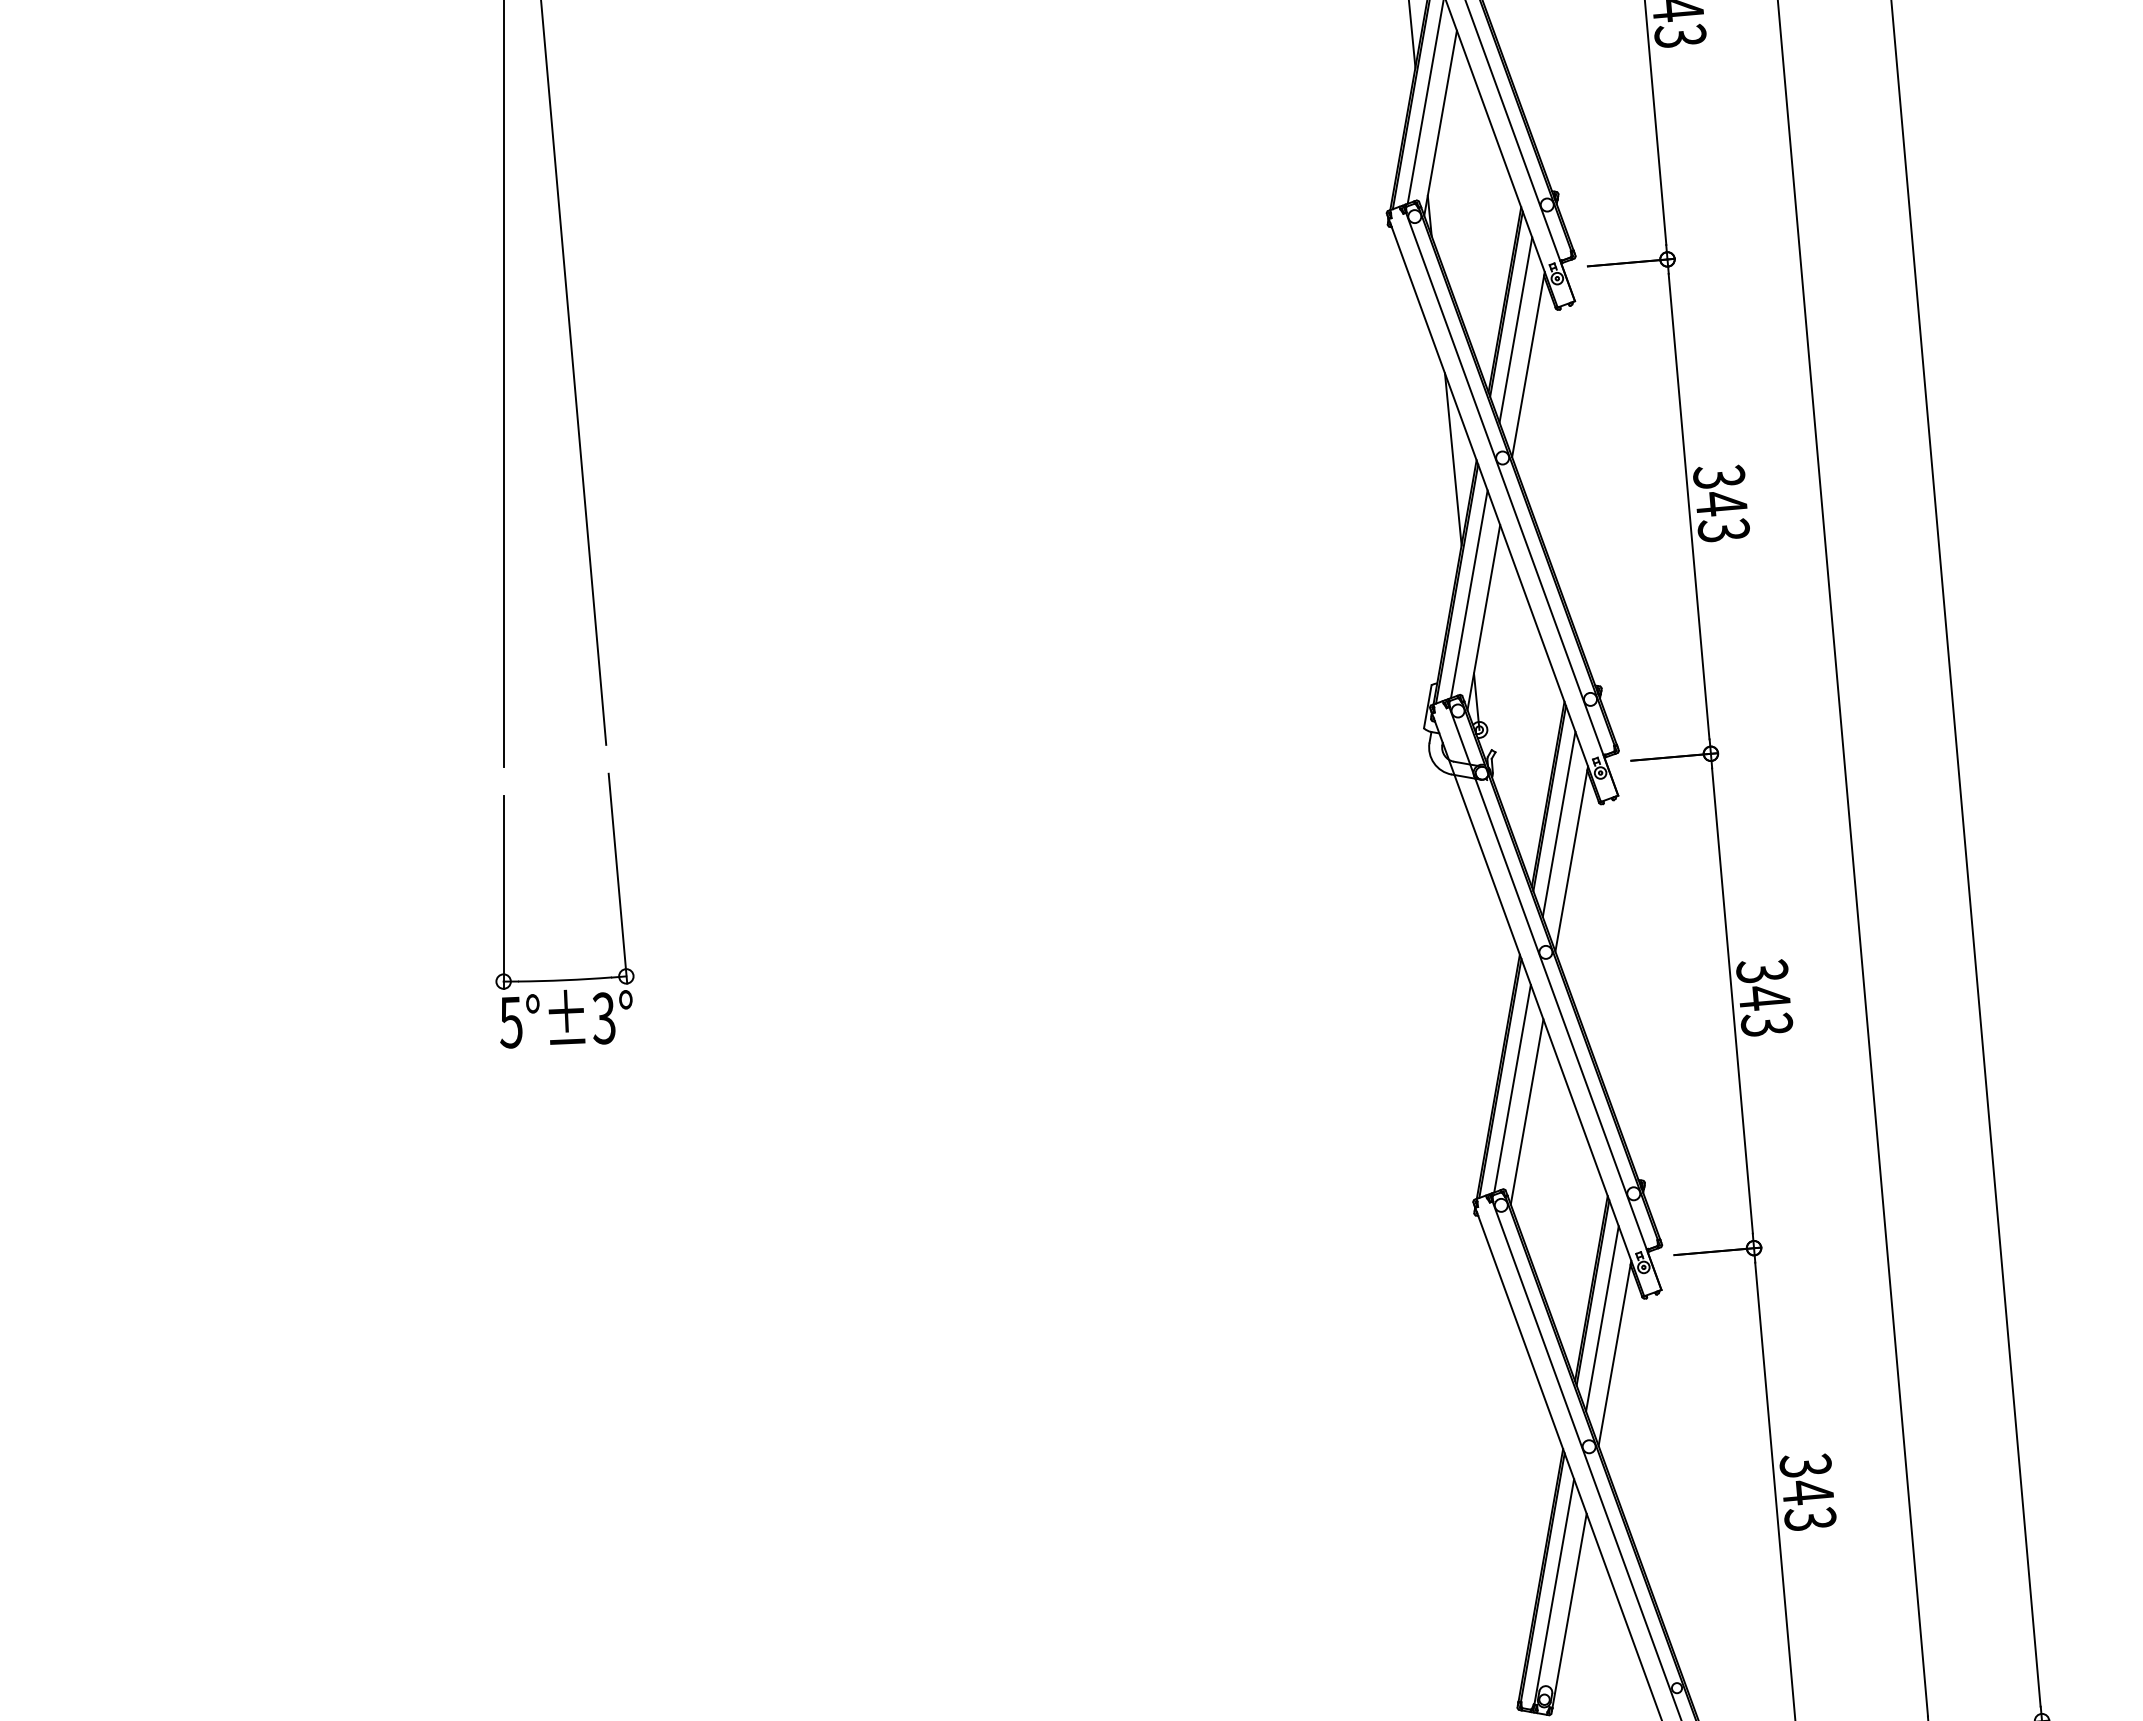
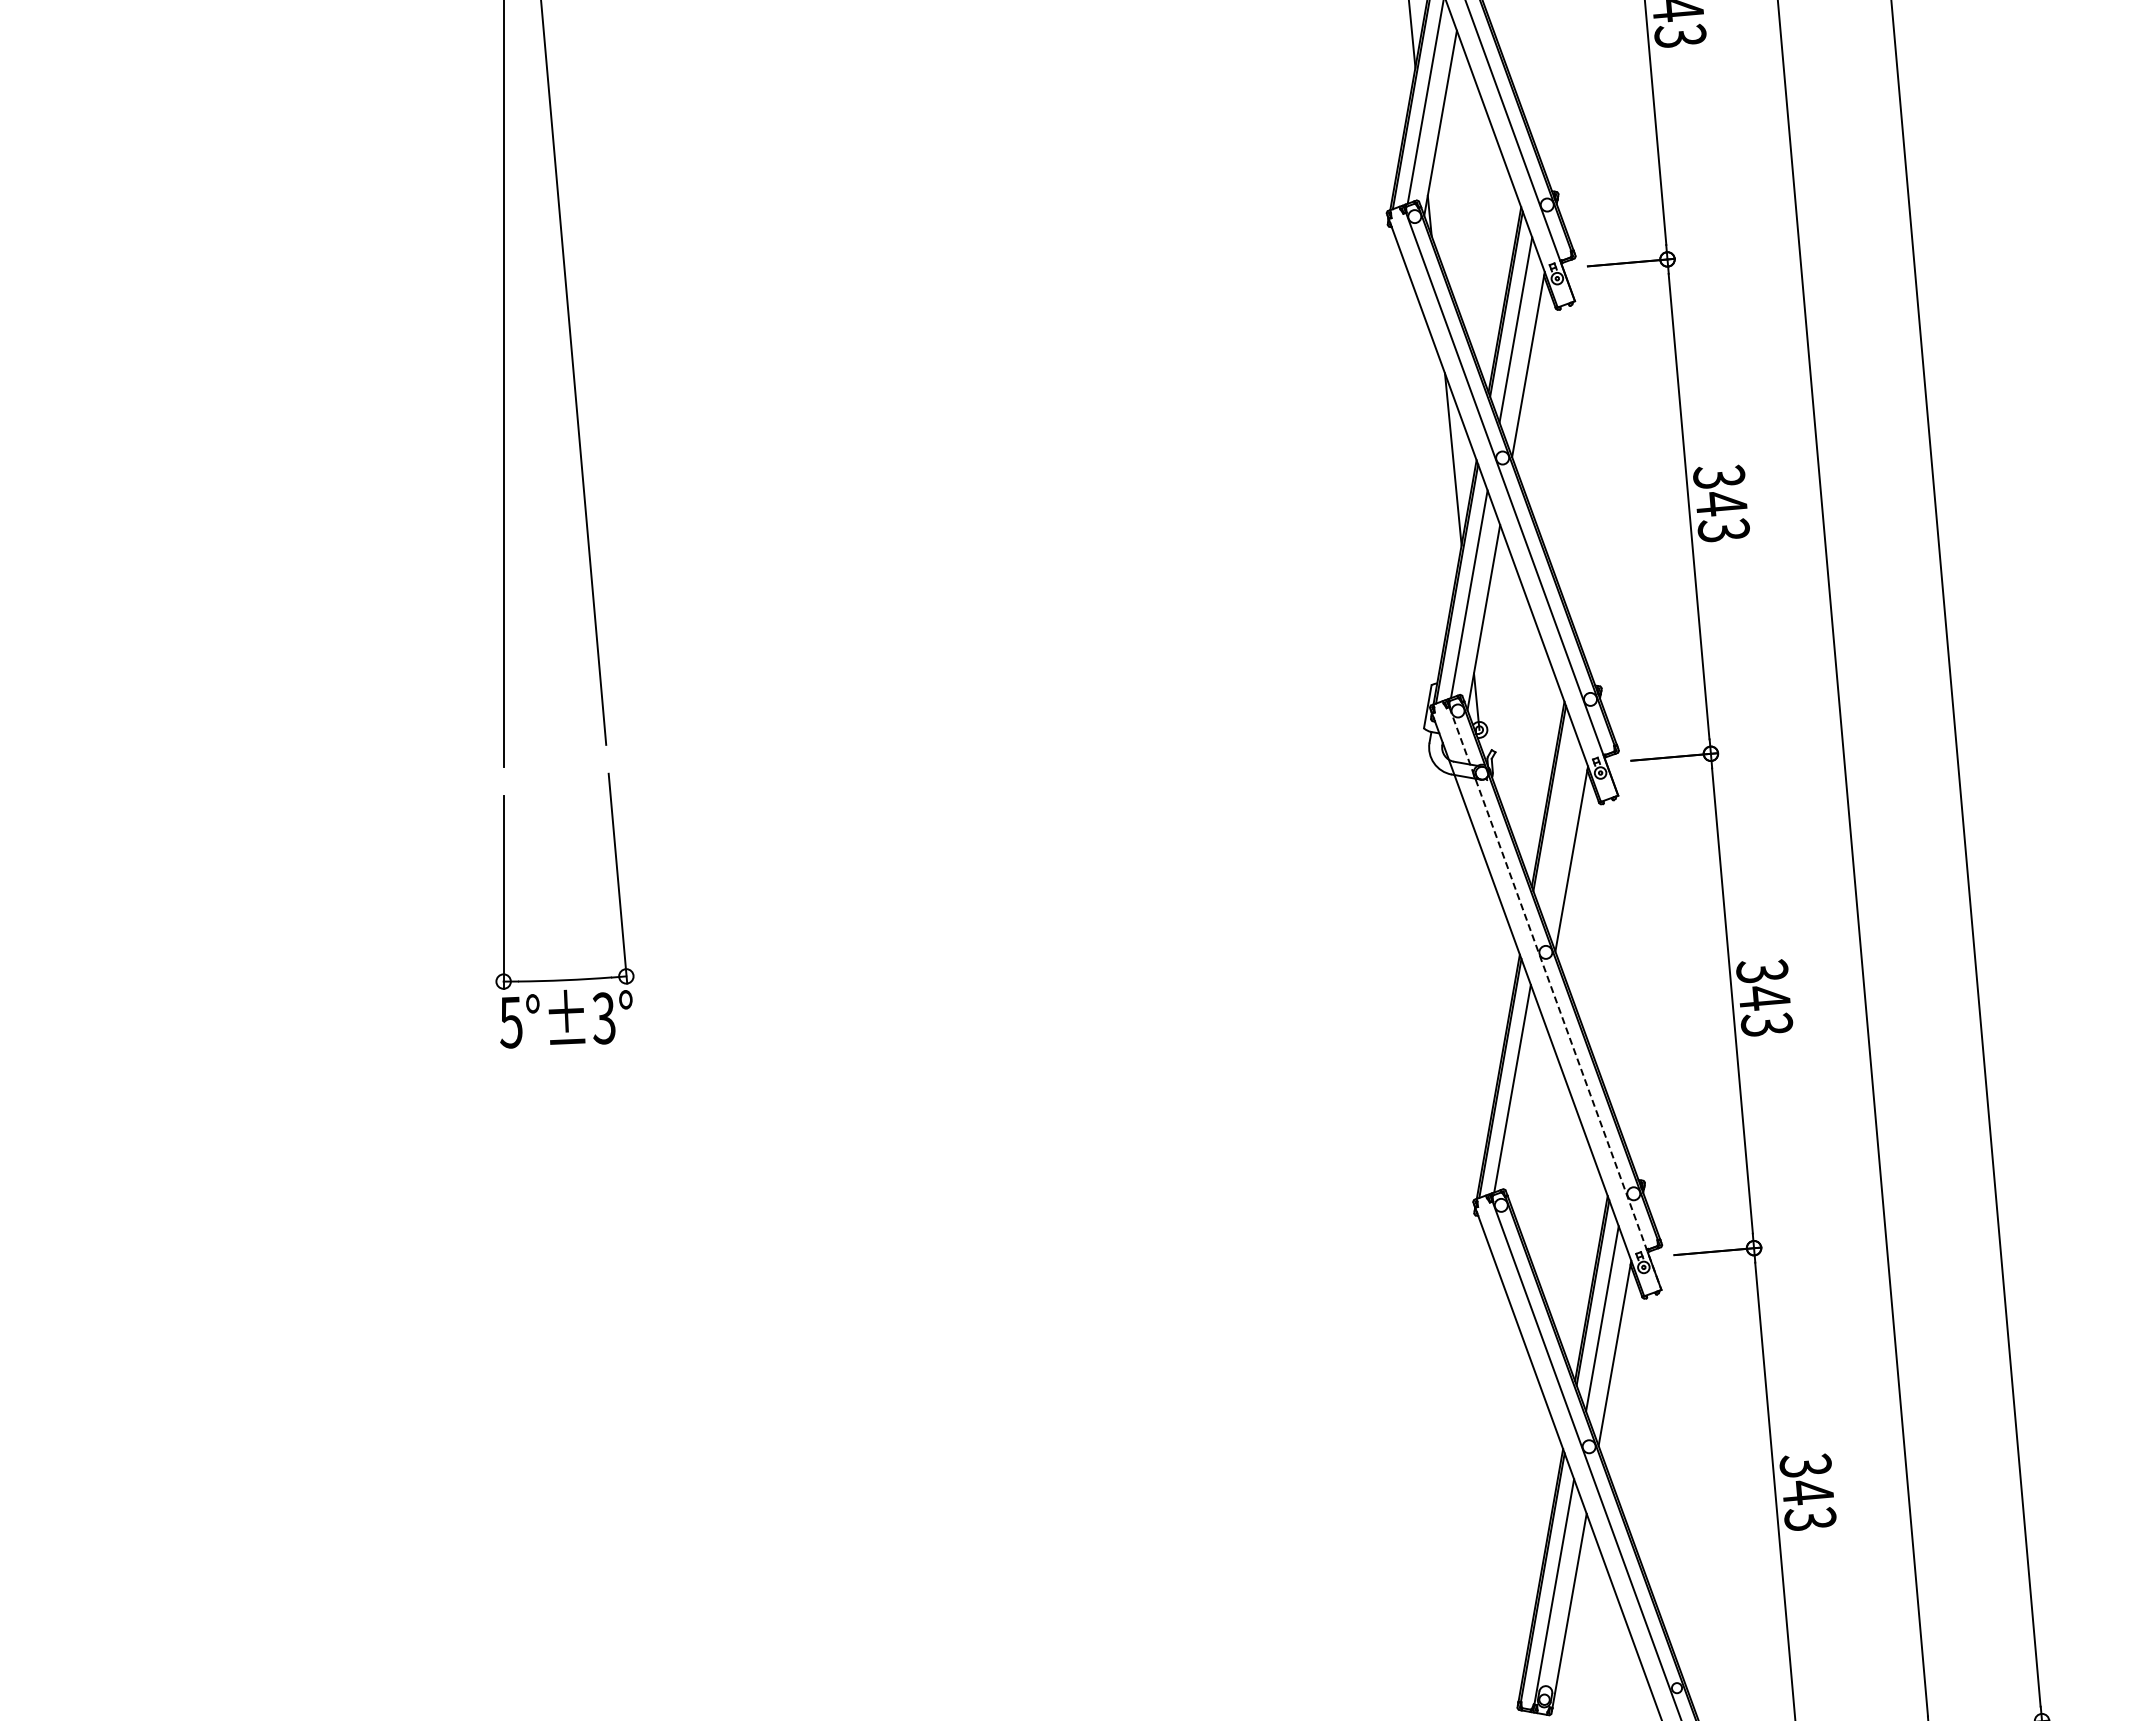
line at (1558, 824): present -> none
line at (1555, 999): solid -> dashed
line at (1526, 1111): present -> none
